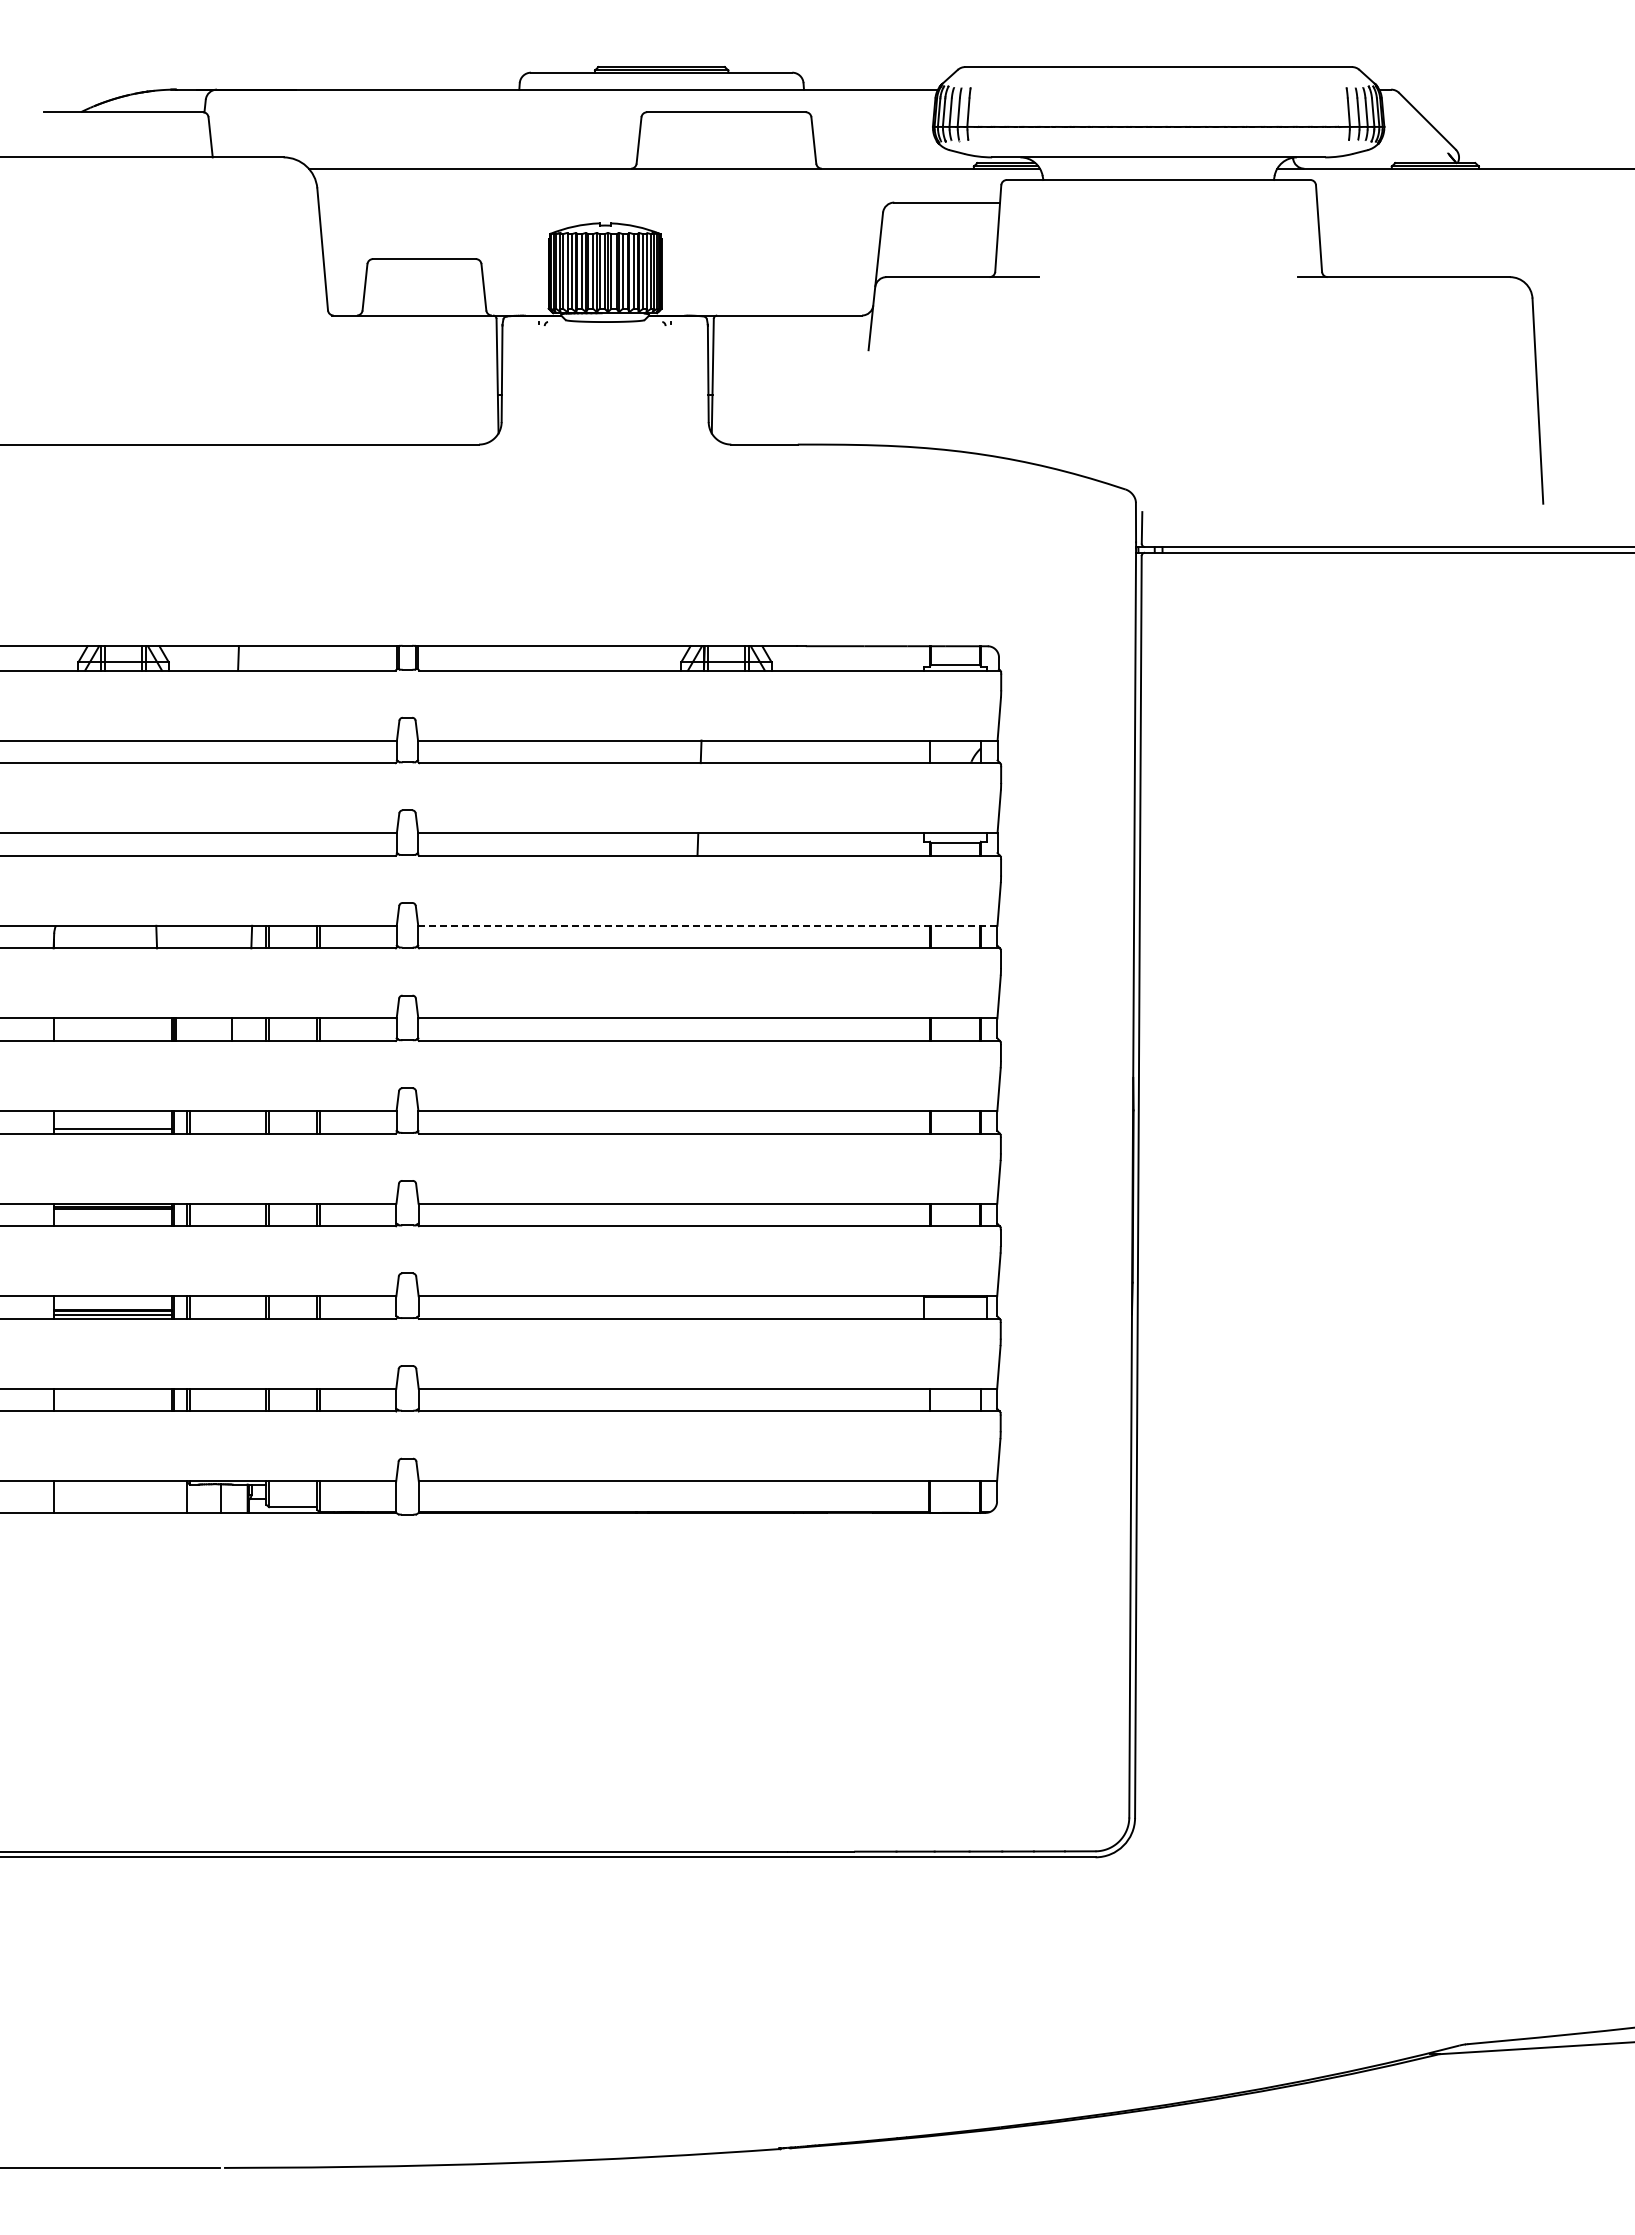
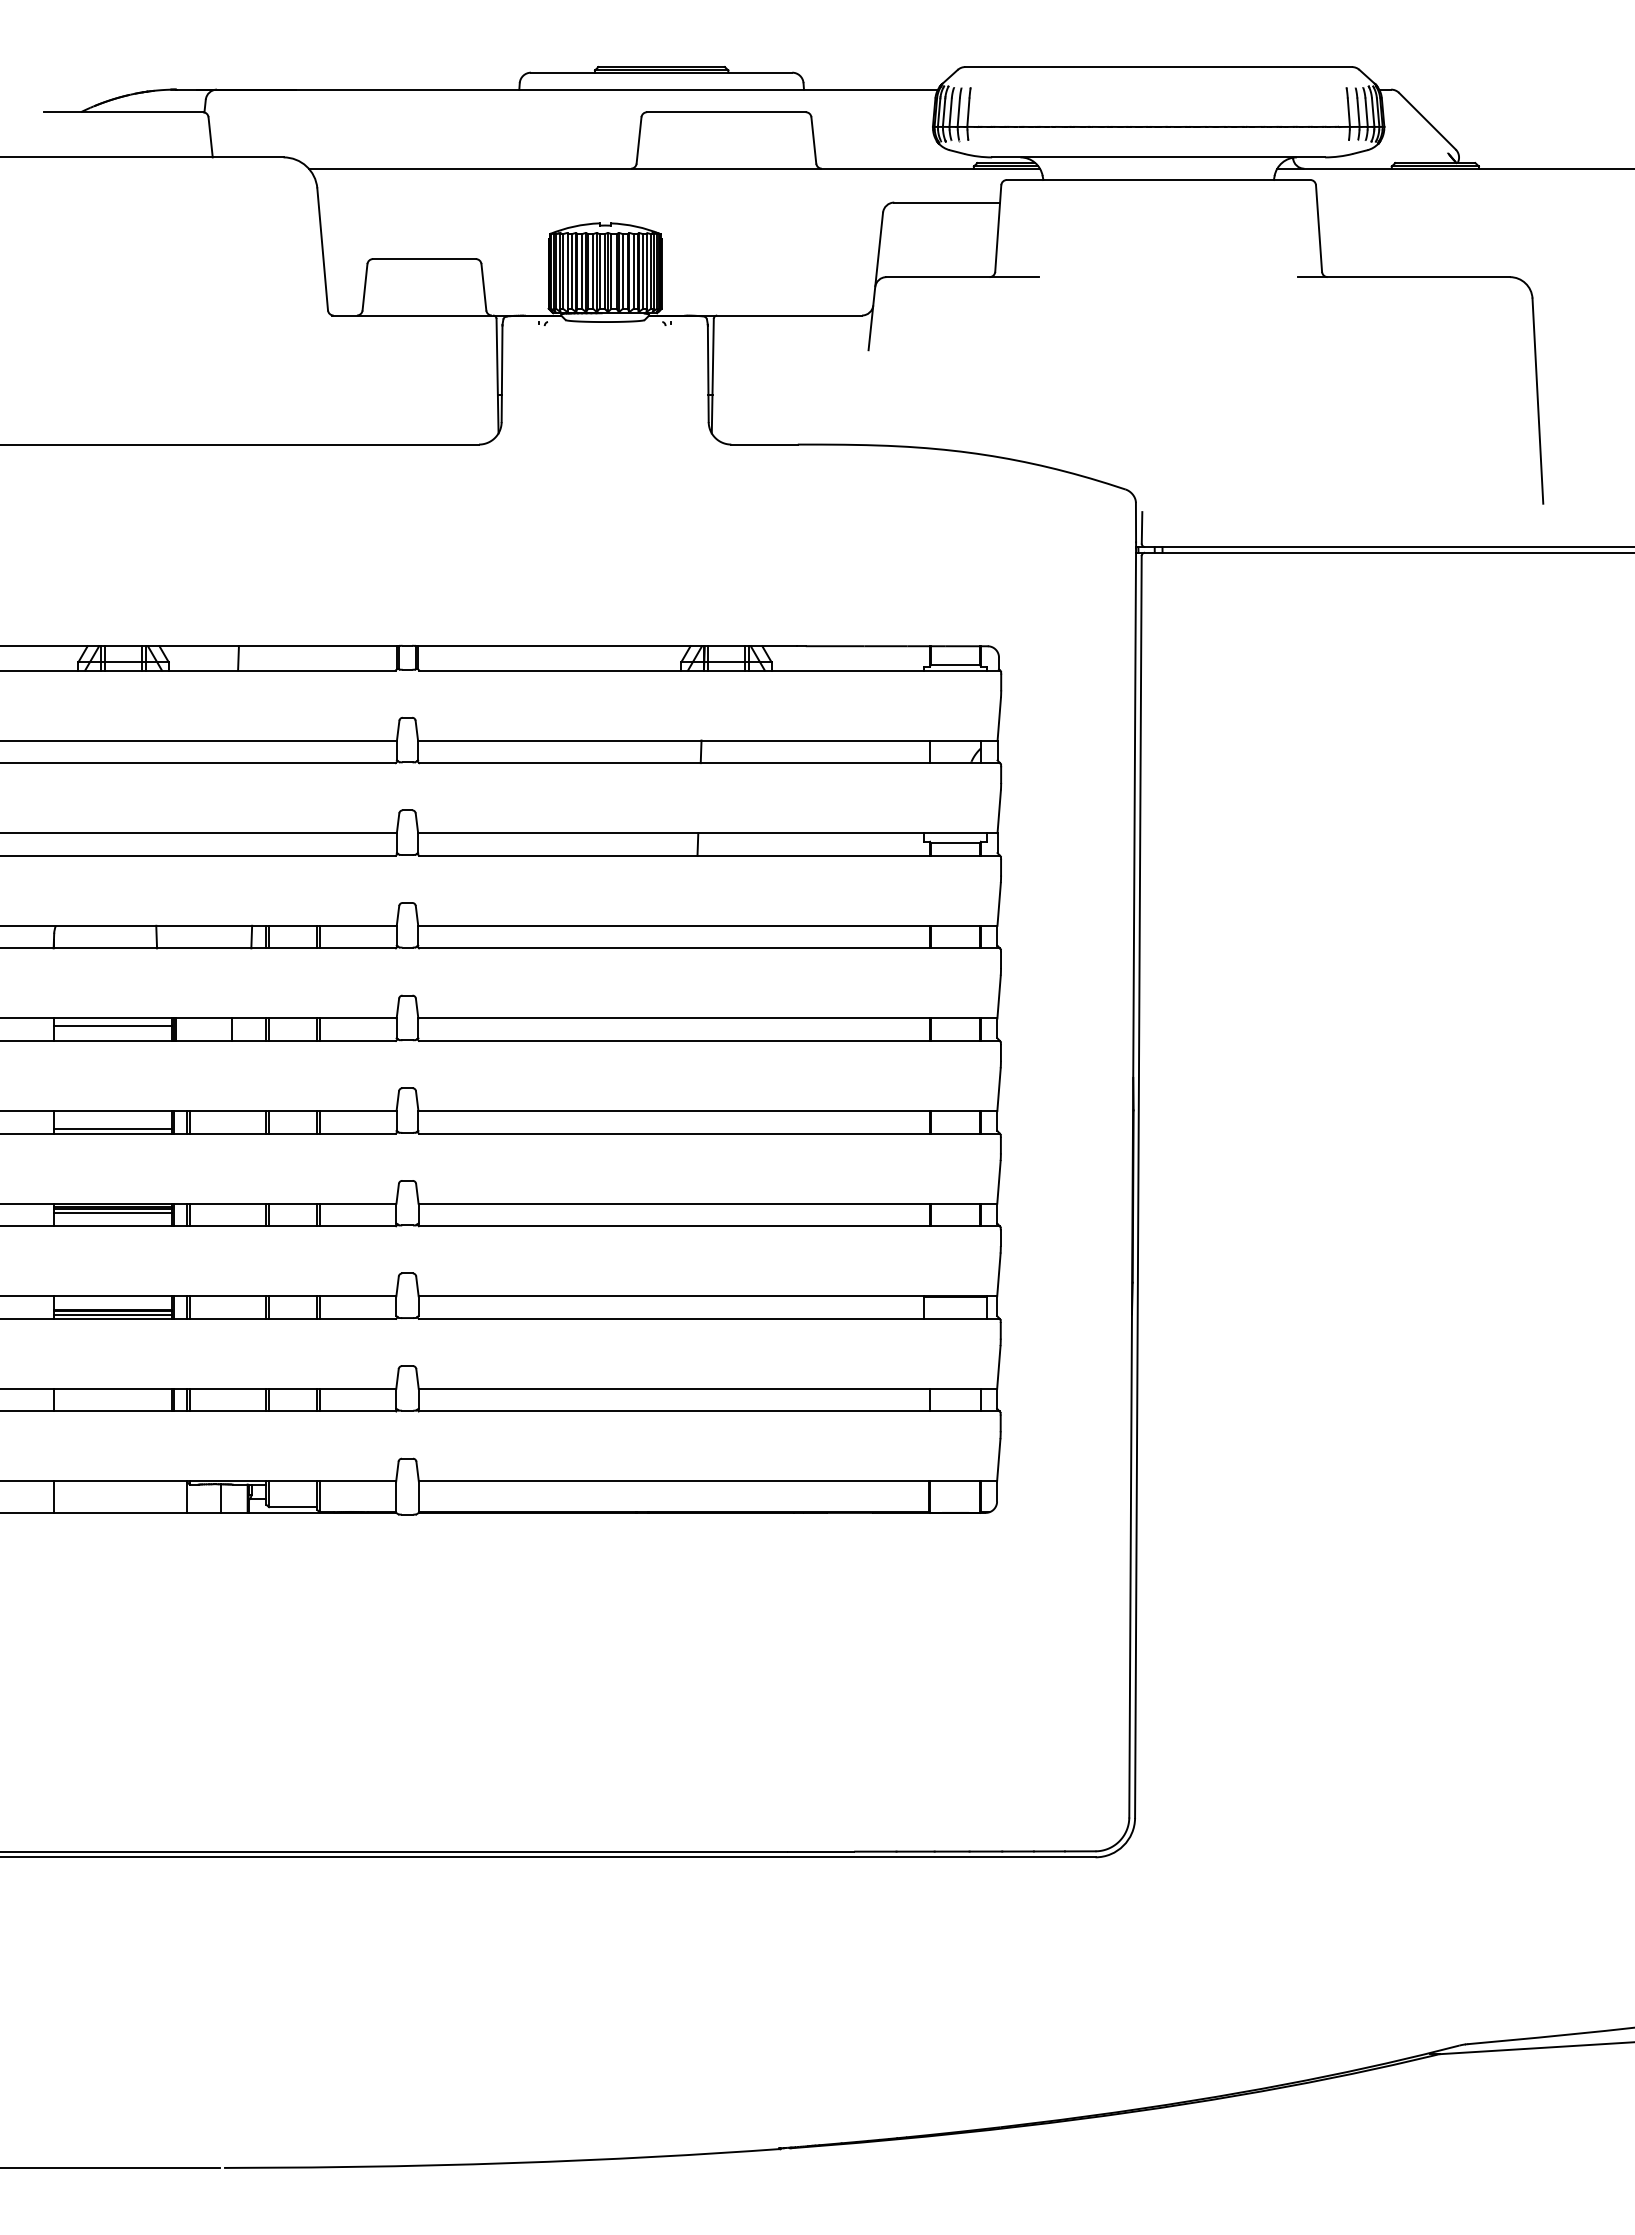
line at (707, 925): dashed -> solid
line at (112, 1026): none -> present
line at (112, 1212): none -> present
